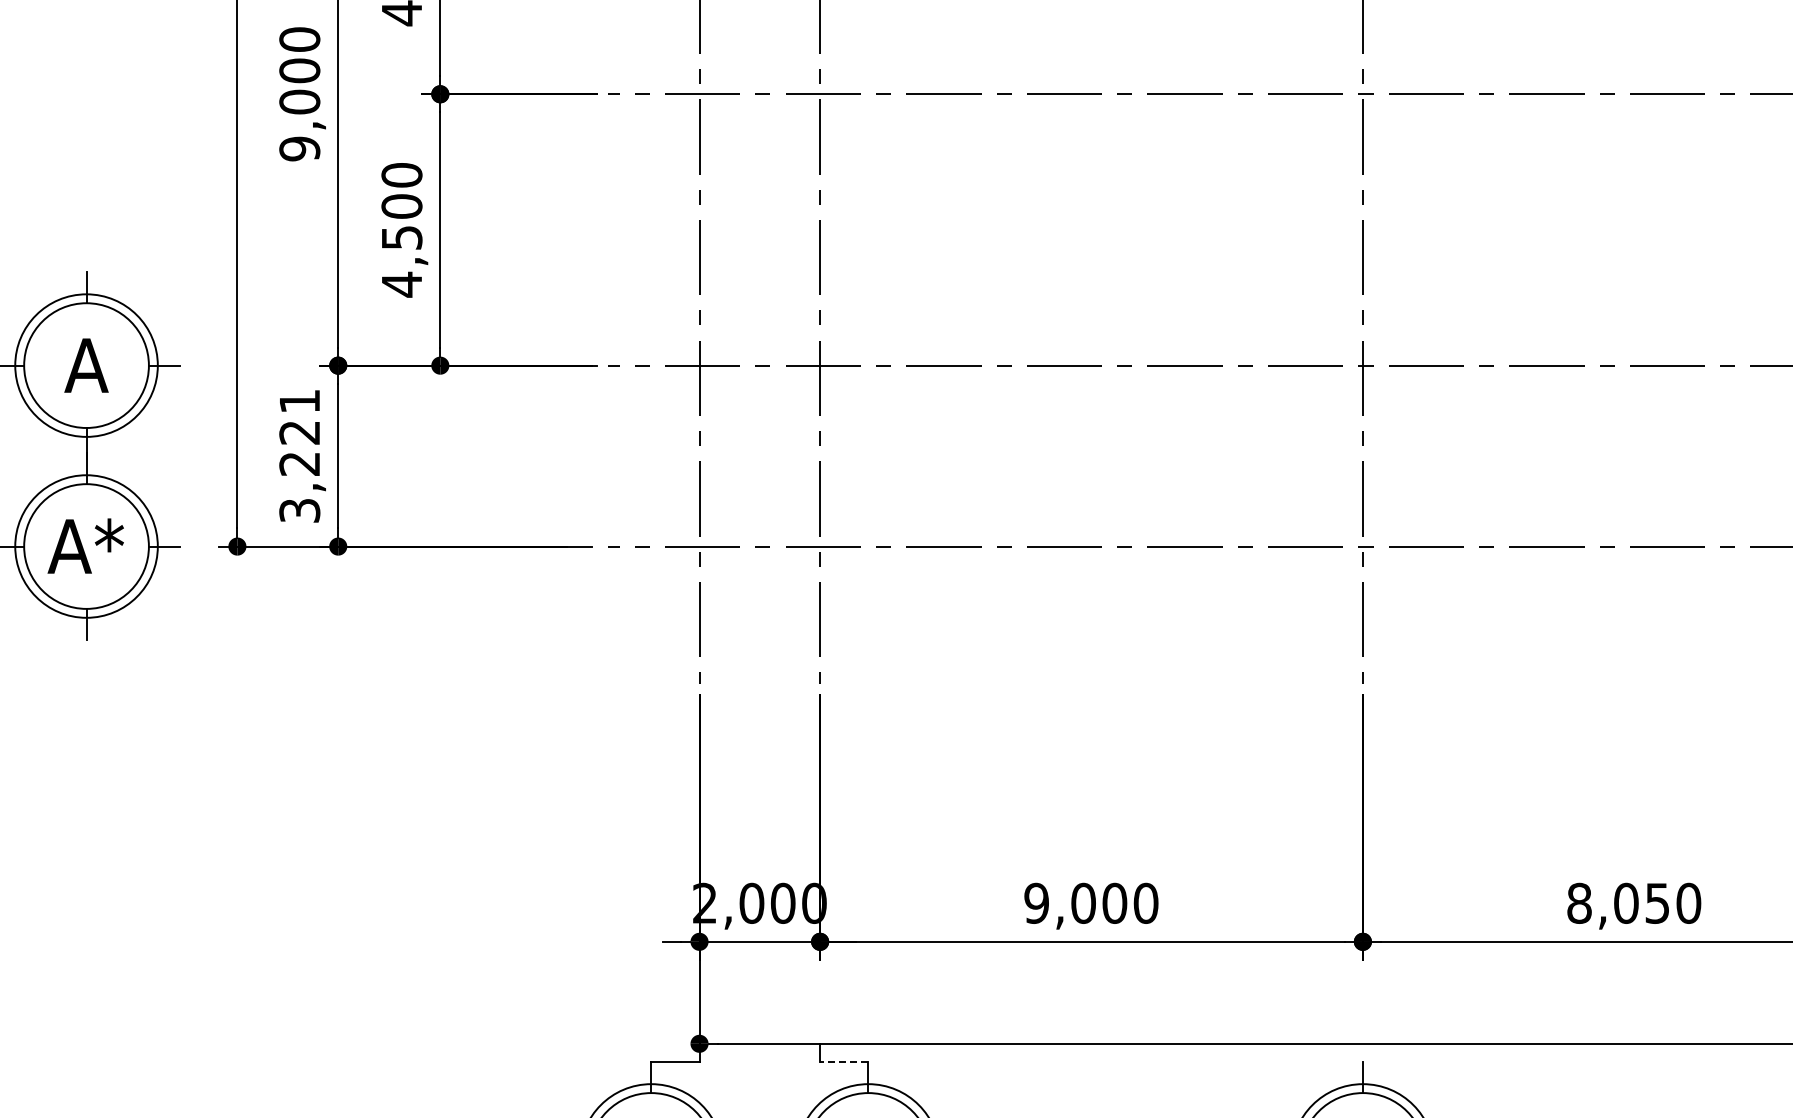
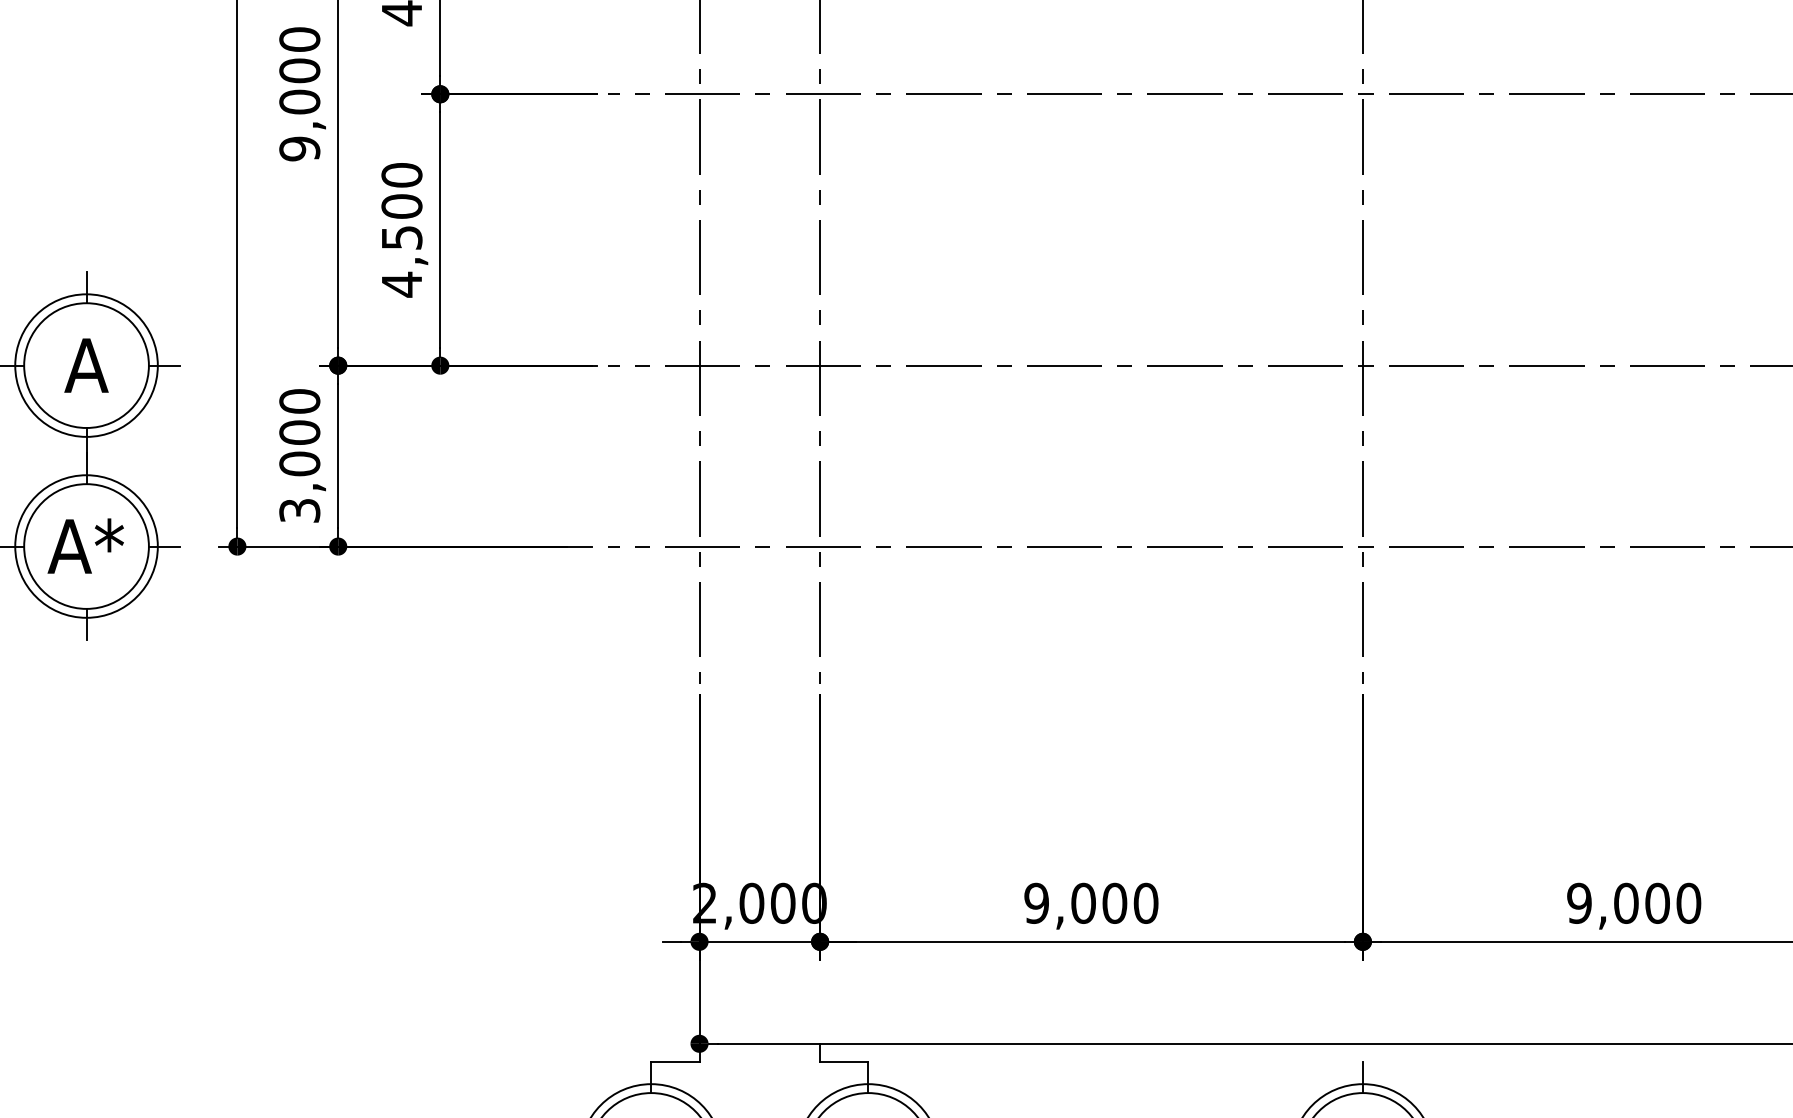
text at (299, 432): 3,221 -> 3,000
text at (1618, 902): 8,050 -> 9,000
line at (843, 1061): dashed -> solid
